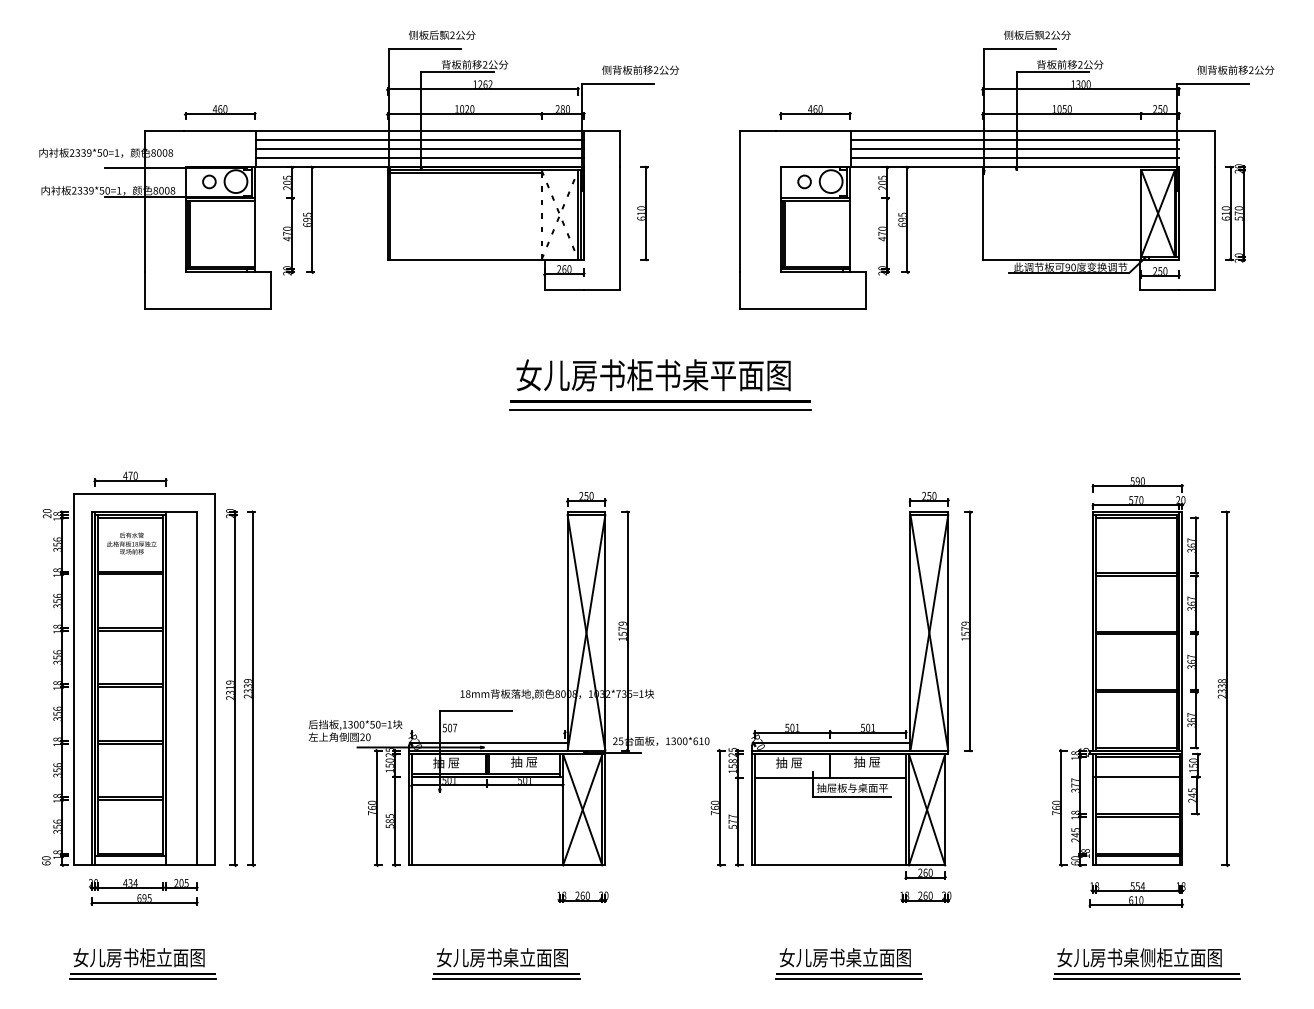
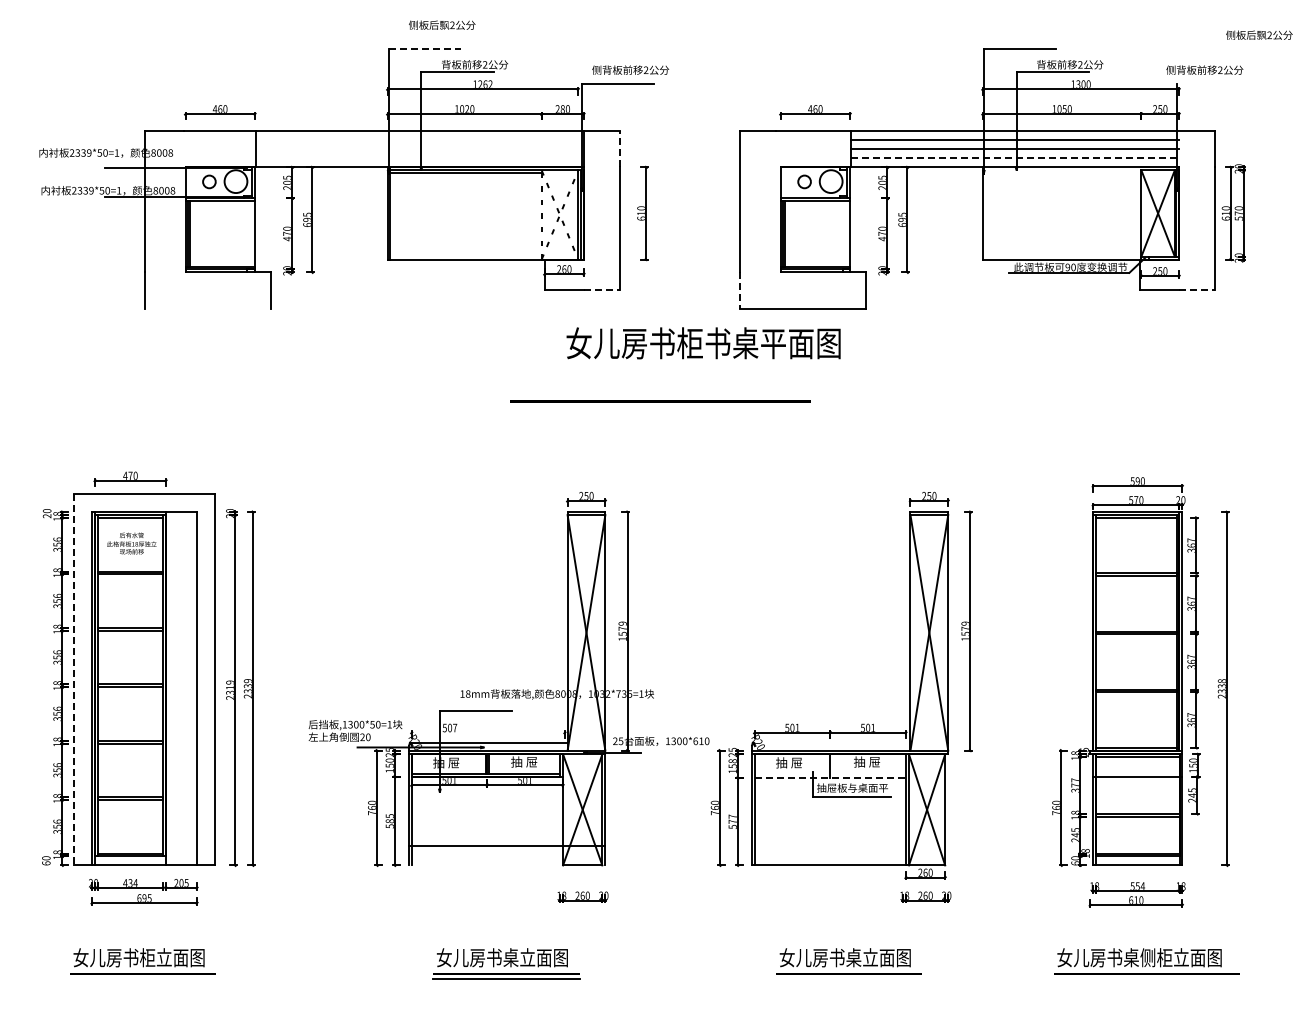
text at (442, 34) position: (442, 34) -> (442, 24)
text at (1037, 34) position: (1037, 34) -> (1259, 34)
line at (425, 49): solid -> dashed
text at (640, 69) position: (640, 69) -> (630, 69)
text at (1235, 69) position: (1235, 69) -> (1204, 69)
line at (1213, 83): present -> none
line at (420, 140): present -> none
line at (620, 148): solid -> dashed
line at (420, 149): present -> none
line at (420, 158): present -> none
line at (1015, 158): solid -> dashed
line at (602, 290): solid -> dashed
line at (1197, 290): solid -> dashed
line at (739, 291): solid -> dashed
line at (207, 308): present -> none
text at (653, 375) position: (653, 375) -> (703, 343)
line at (660, 409): present -> none
line at (73, 679): solid -> dashed
line at (832, 743): present -> none
line at (830, 778): solid -> dashed
line at (507, 865) position: (507, 865) -> (507, 846)
line at (142, 978): present -> none
line at (849, 978): present -> none
line at (1146, 978): present -> none
